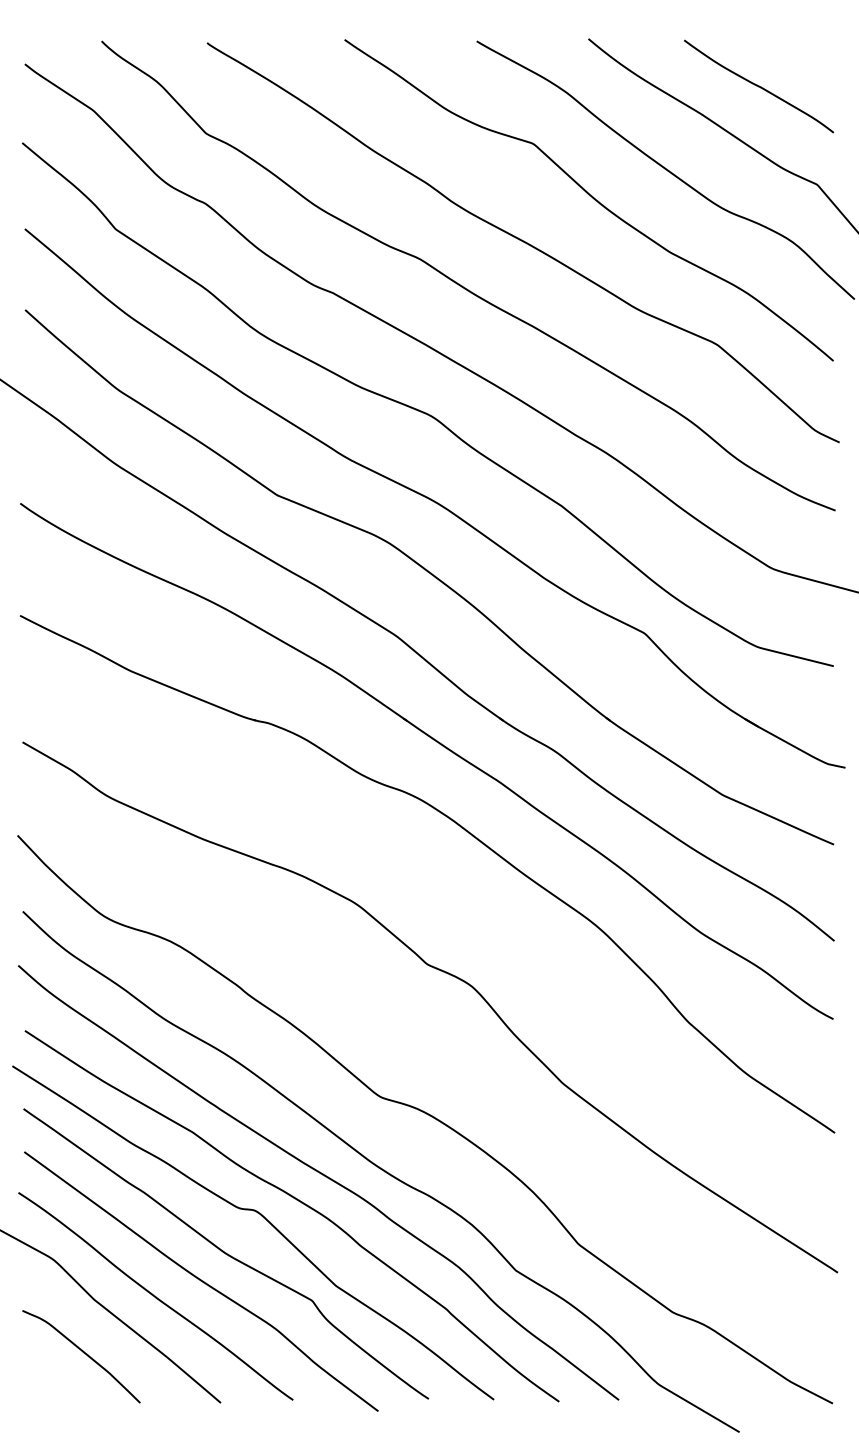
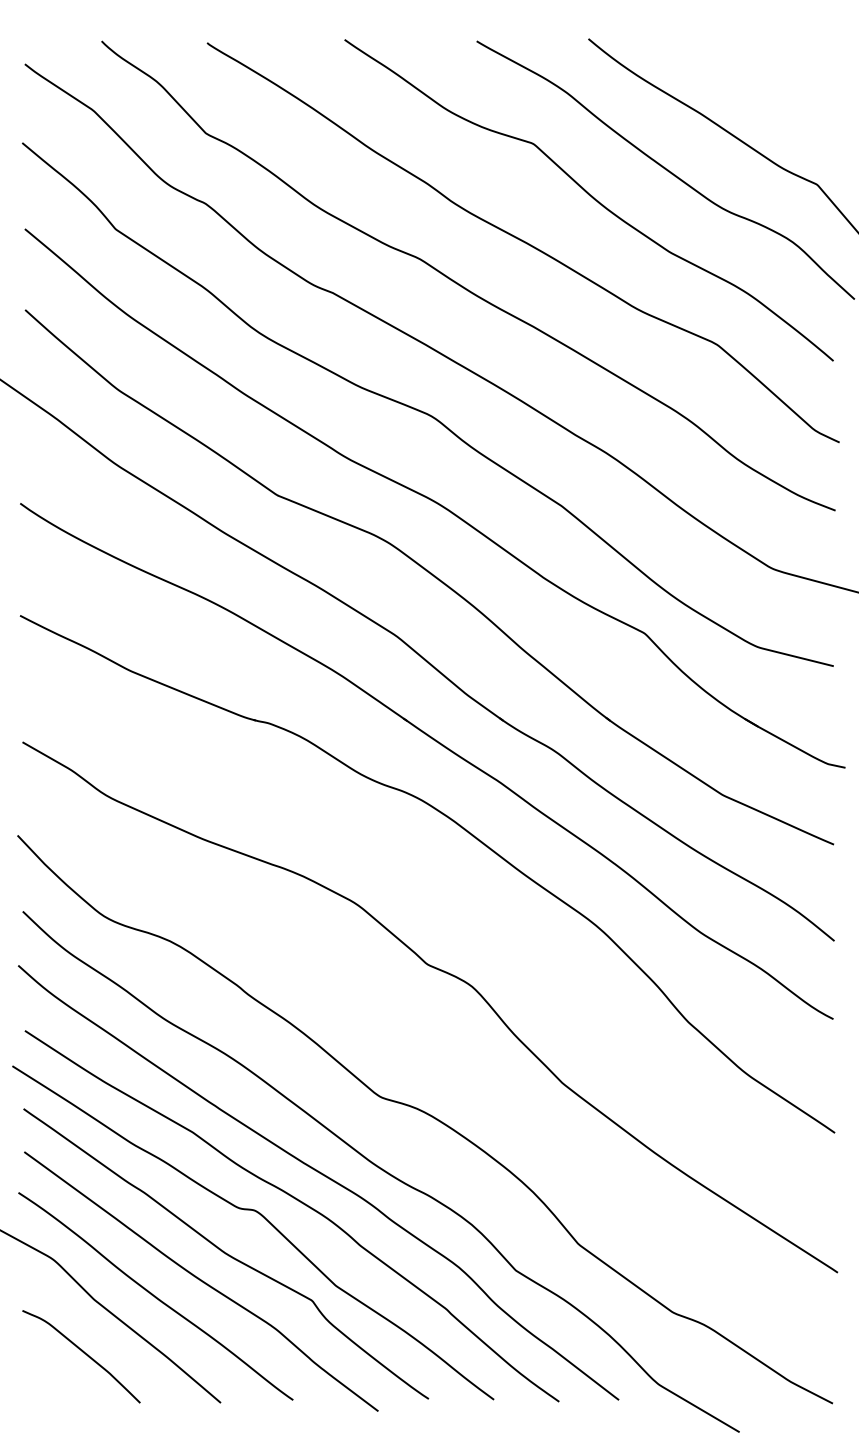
curve at (759, 86): present -> none
